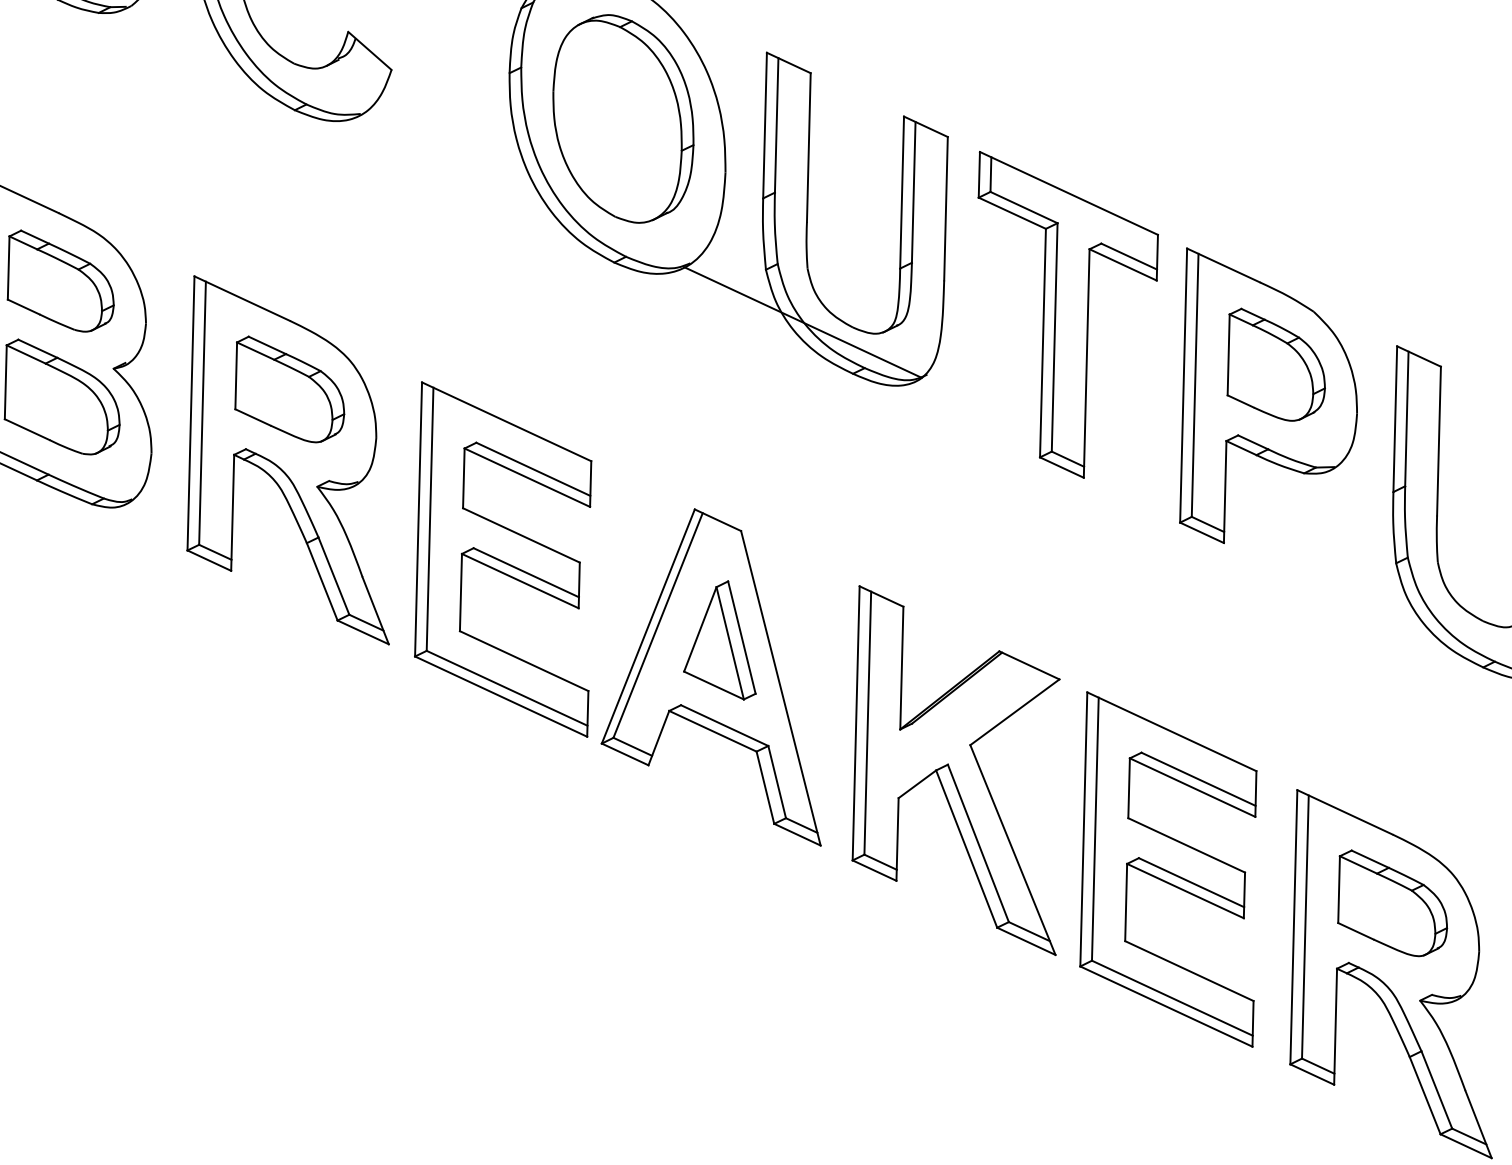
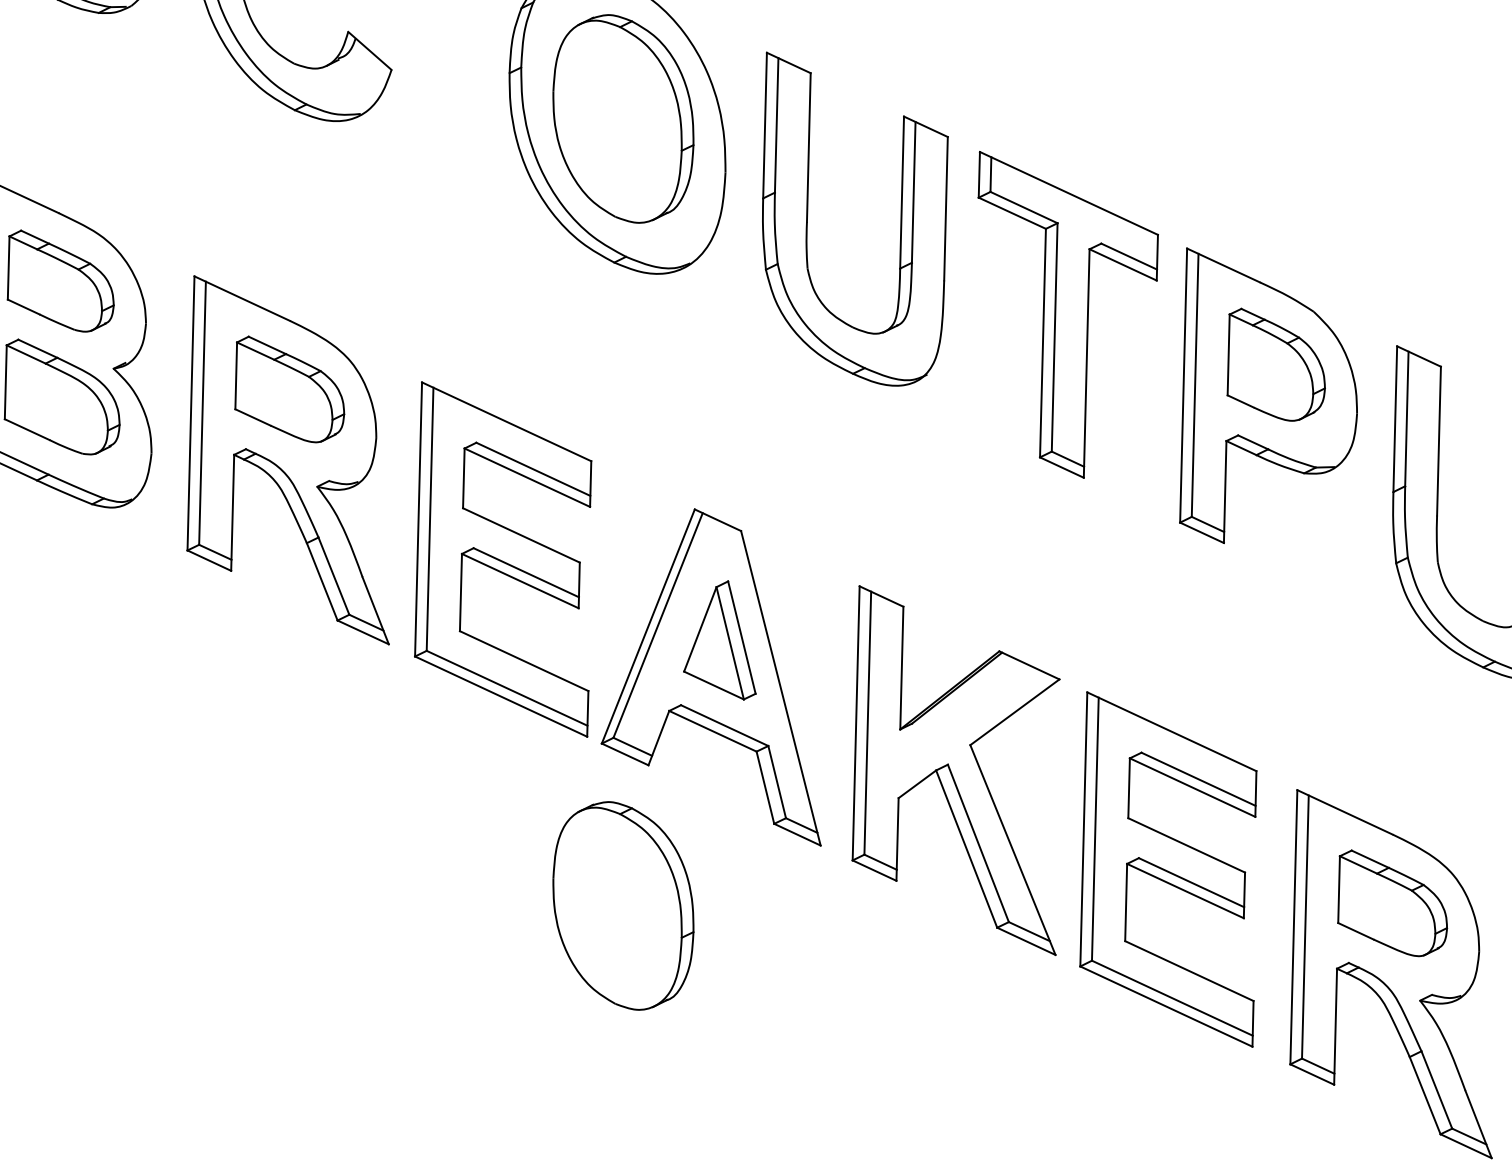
line at (802, 322): present -> none
part at (623, 905): none -> present
